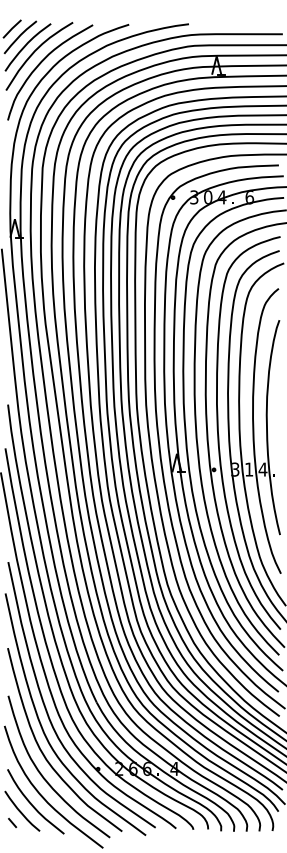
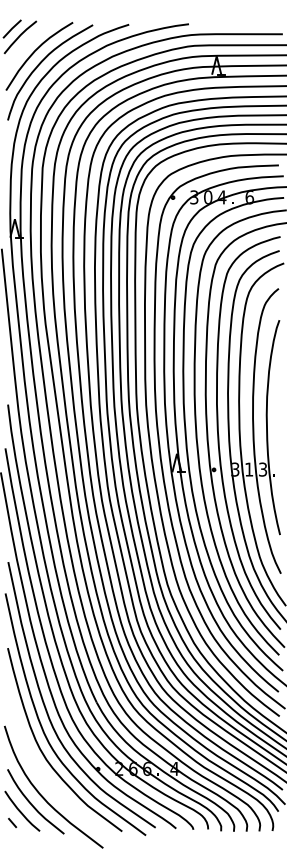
curve at (26, 46): present -> none
text at (262, 469): 4 -> 3
curve at (45, 778): present -> none
